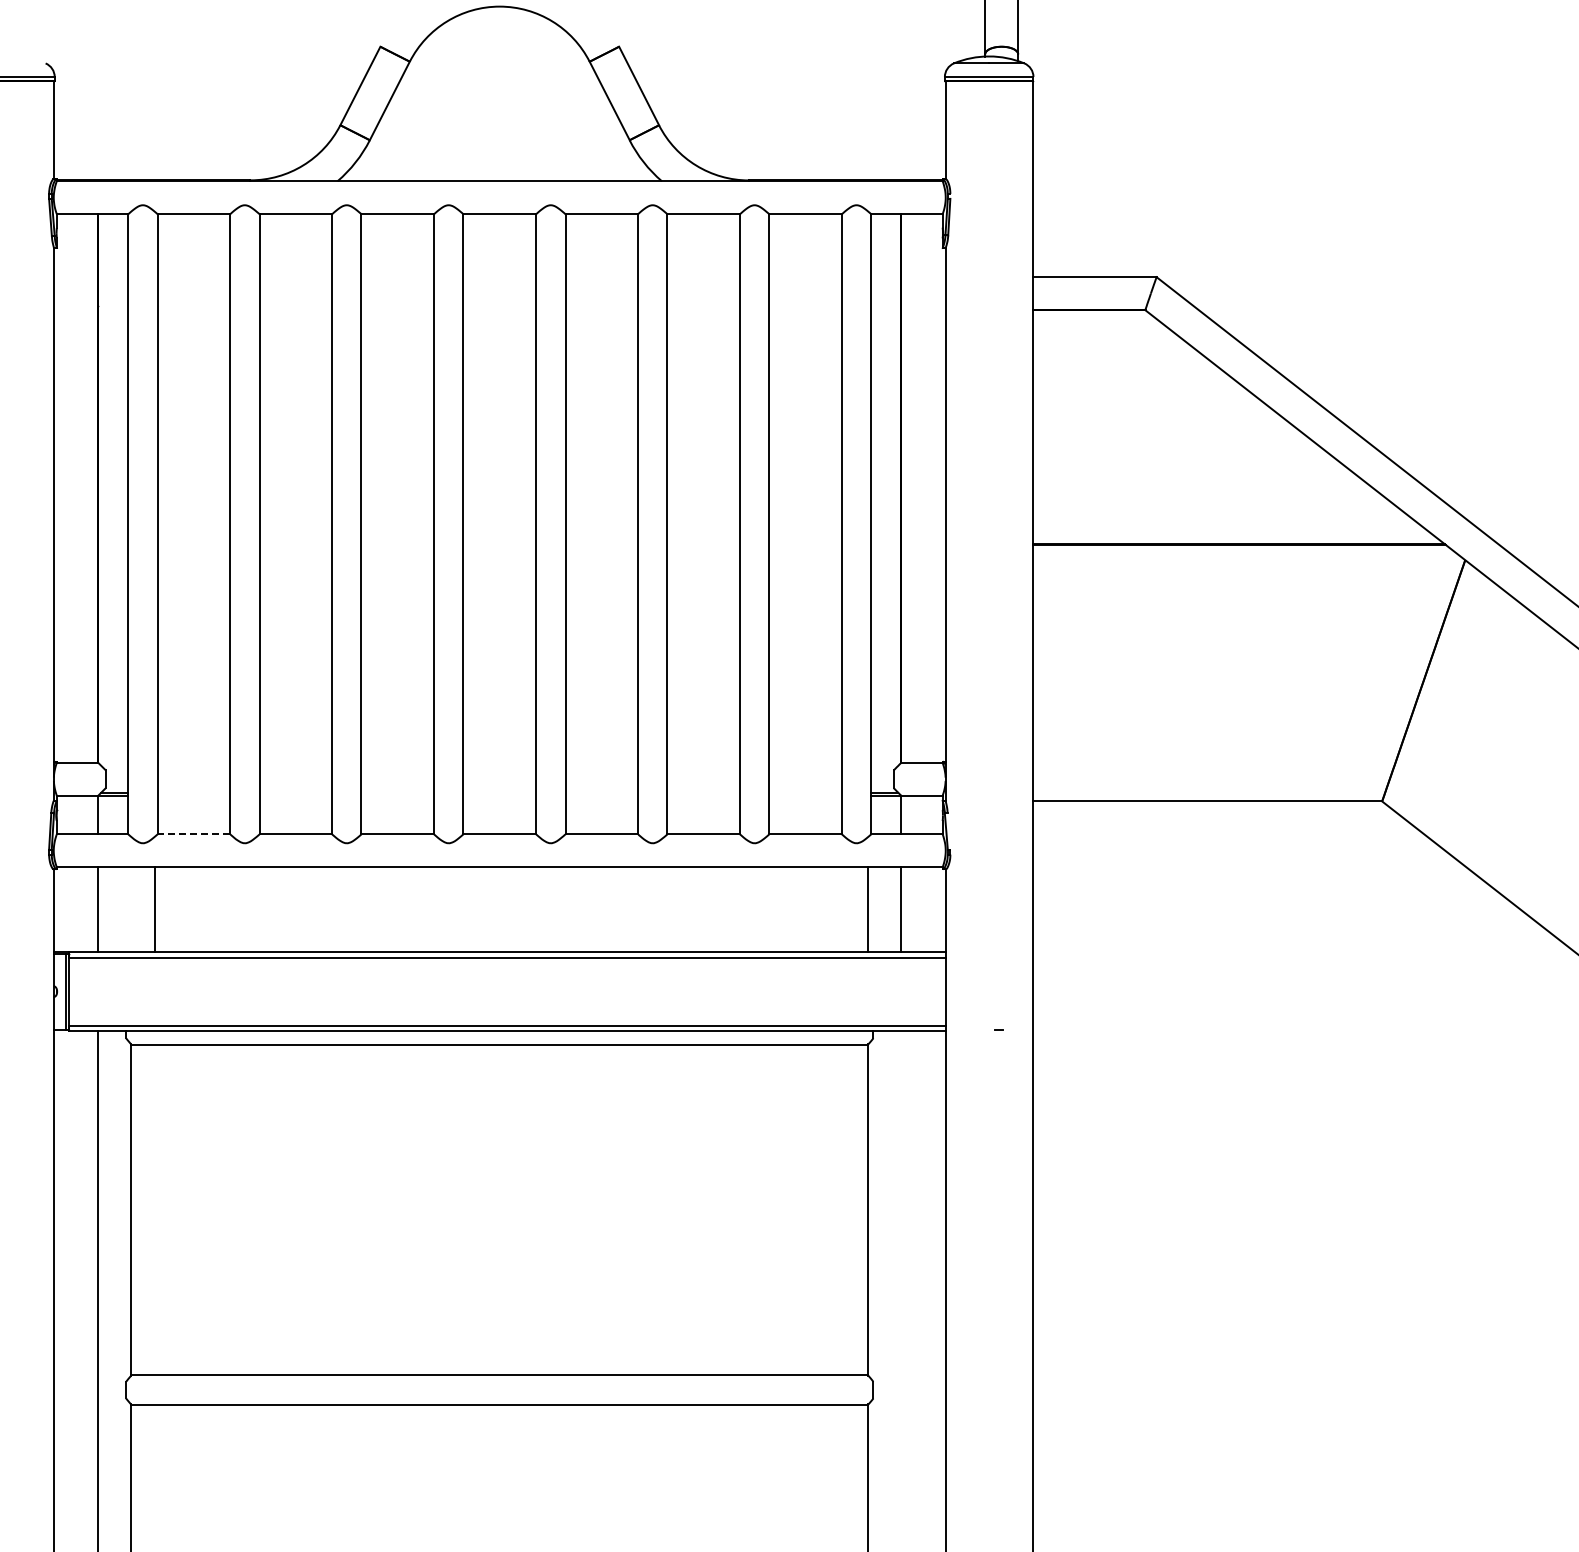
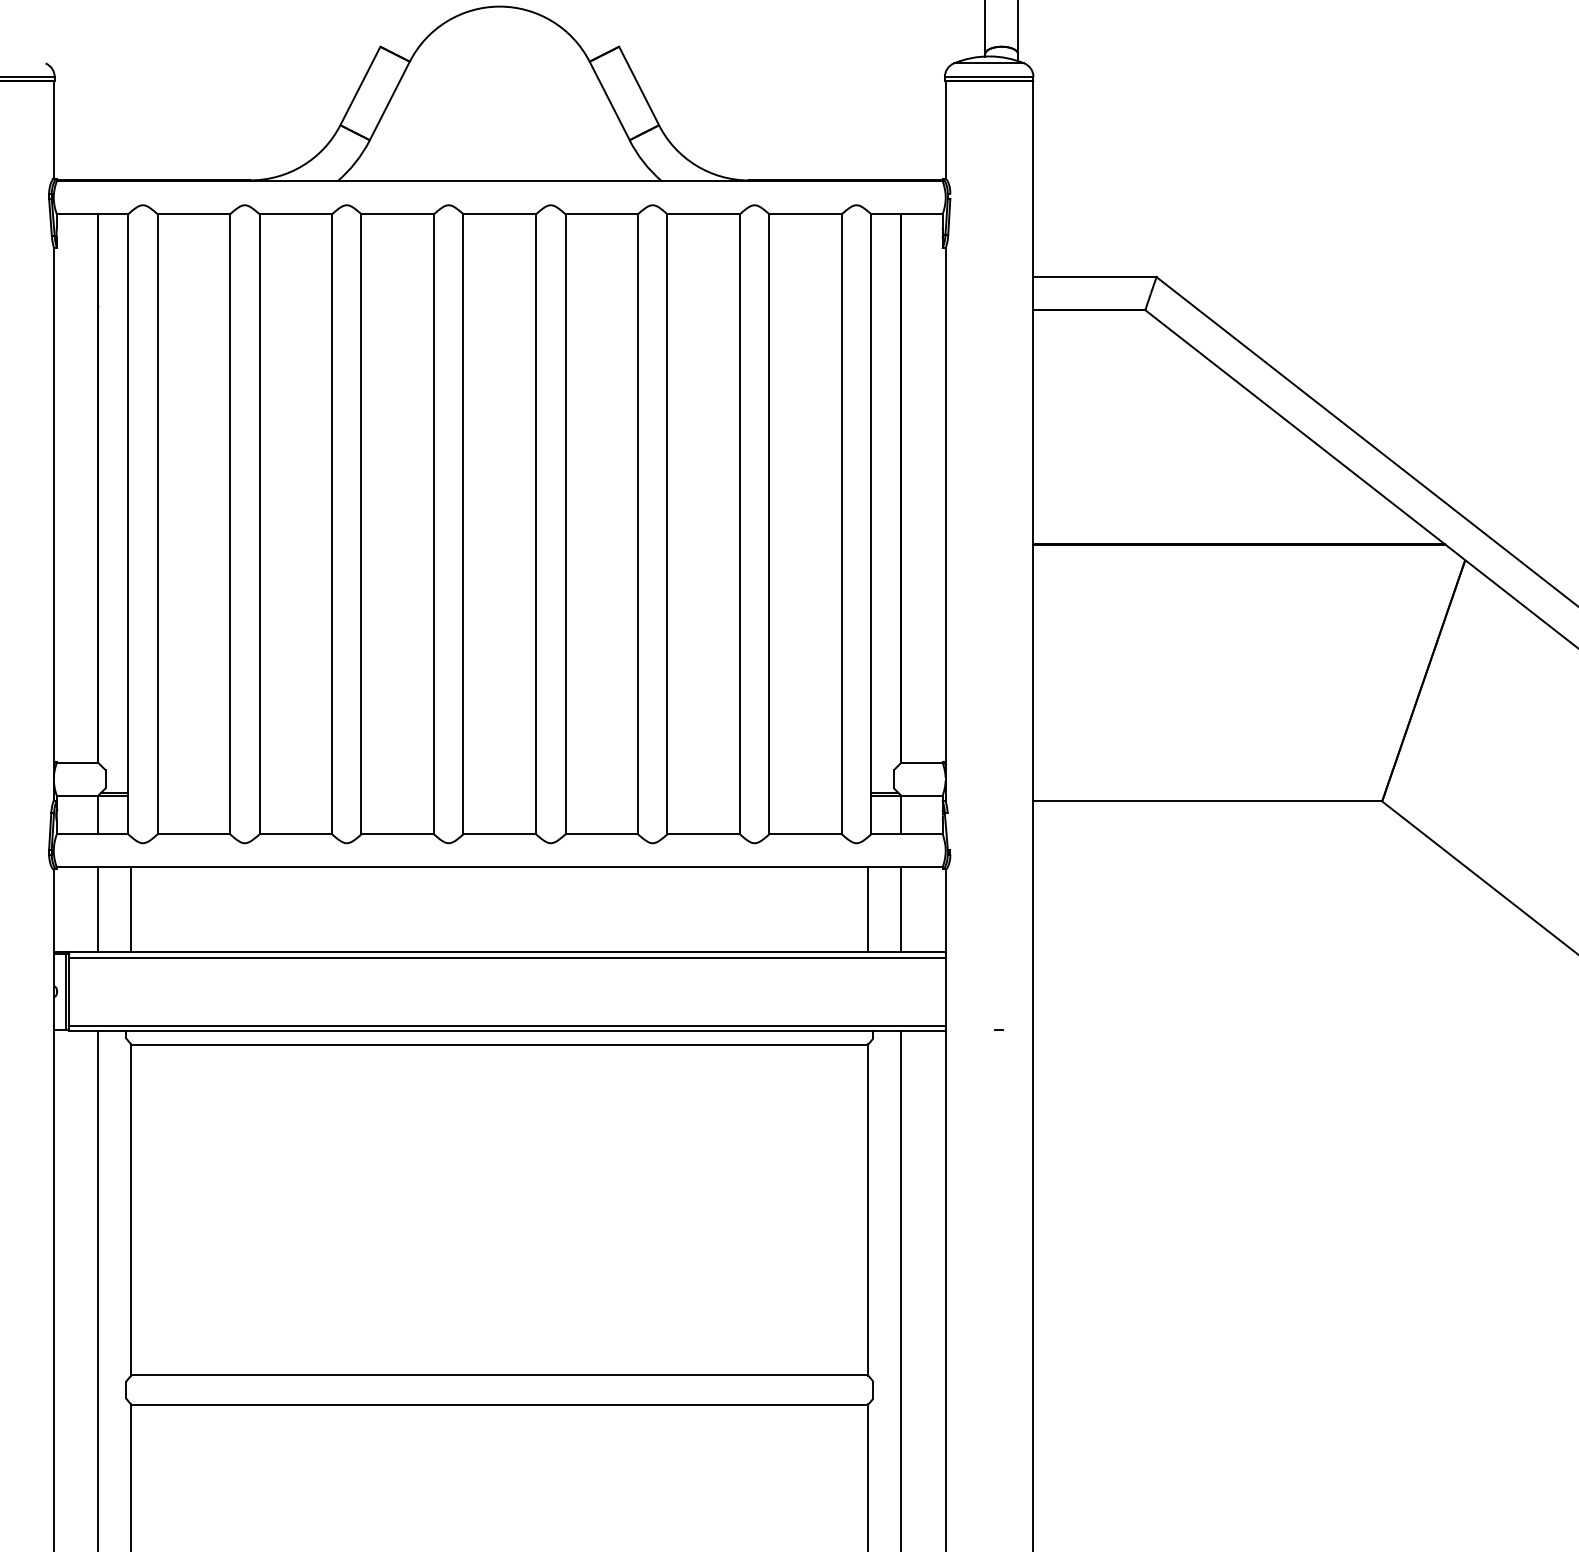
line at (193, 834): dashed -> solid
line at (155, 909) position: (155, 909) -> (131, 909)
line at (901, 1289): none -> present
